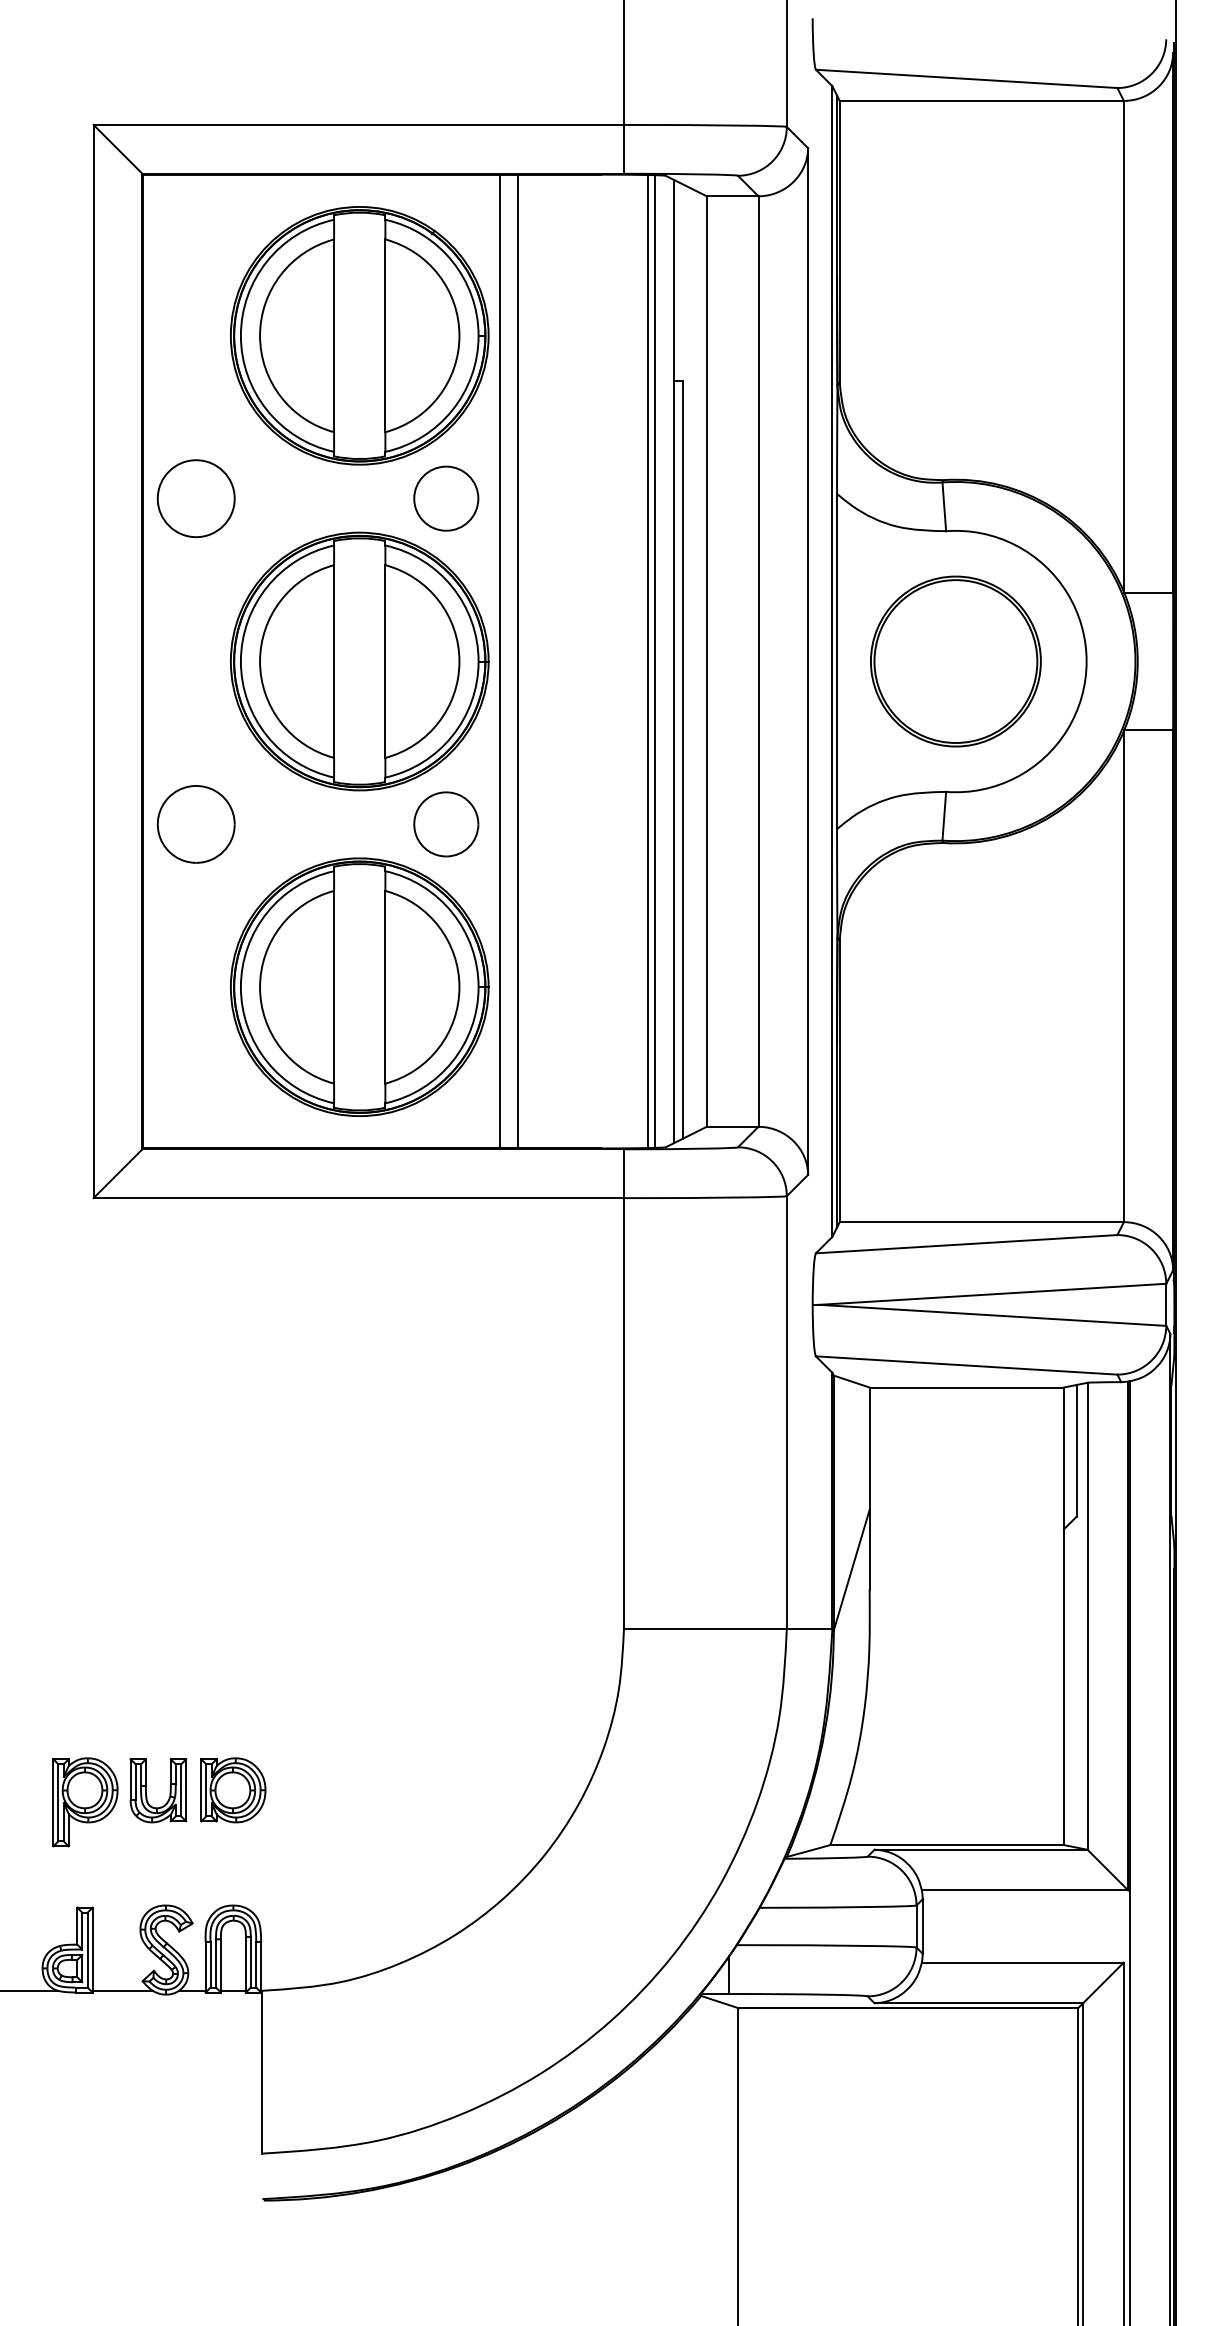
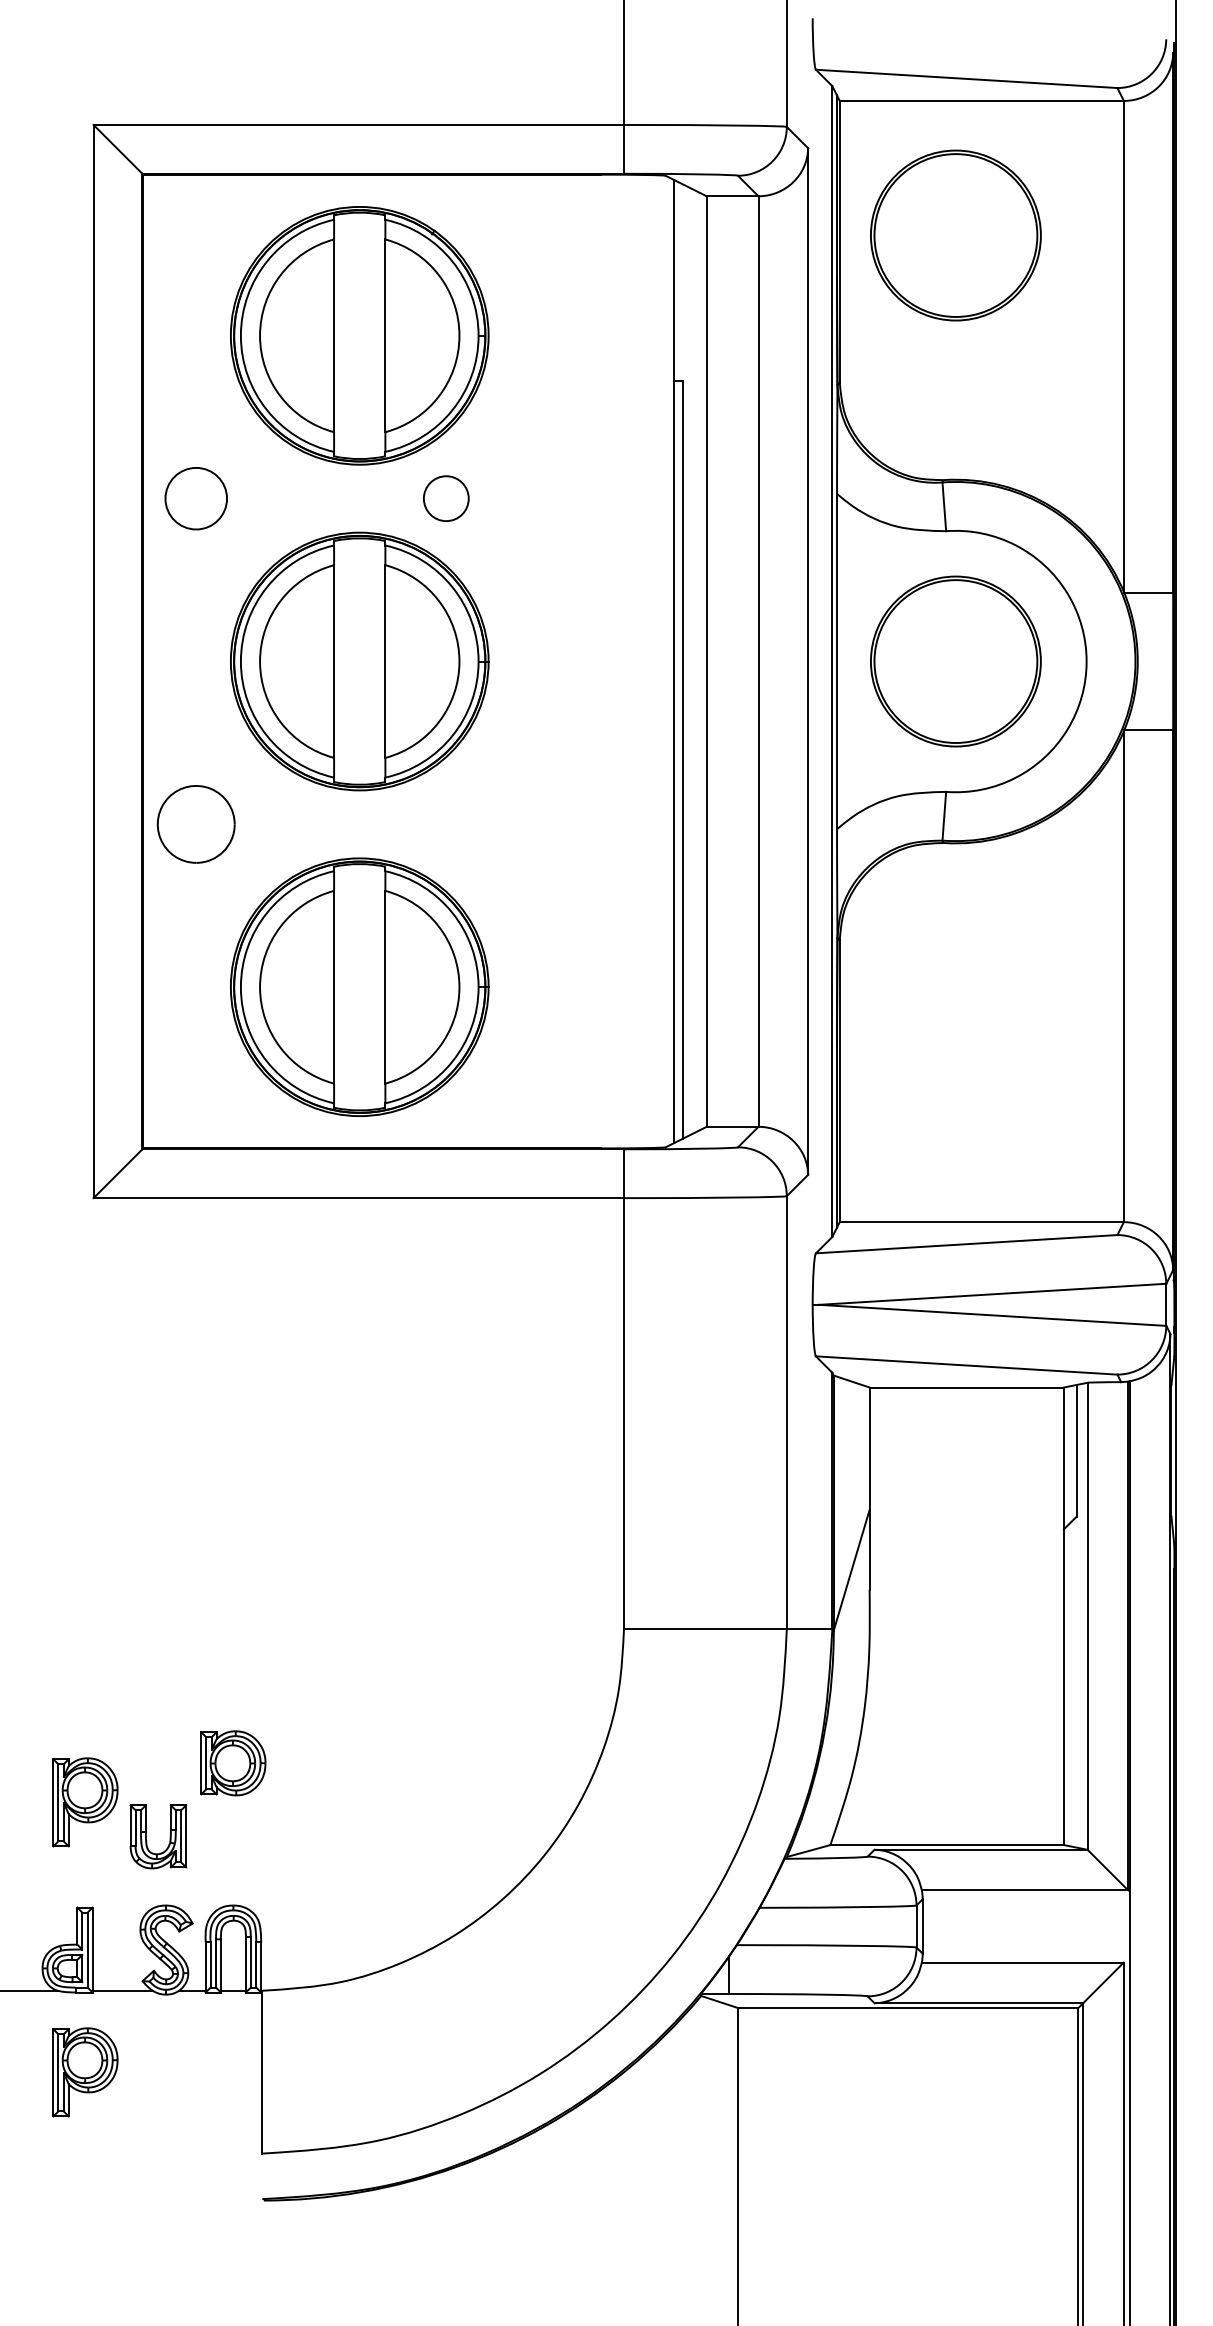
part at (955, 235): none -> present
circle at (195, 498) diameter: 77 px -> 62 px
circle at (446, 498) diameter: 64 px -> 45 px
line at (499, 661): present -> none
line at (517, 661): present -> none
line at (648, 661): present -> none
line at (654, 661): present -> none
part at (446, 824): present -> none
part at (169, 1790) position: (169, 1790) -> (169, 1836)
part at (233, 1790) position: (233, 1790) -> (233, 1763)
part at (85, 2072): none -> present
